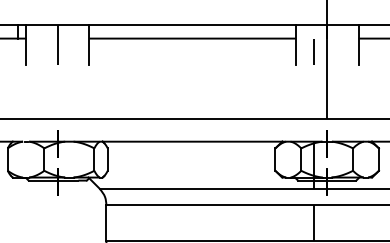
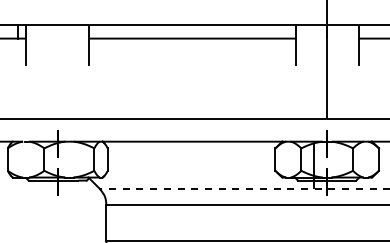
line at (57, 45): present -> none
line at (313, 51): present -> none
line at (244, 188): solid -> dashed
line at (313, 221): present -> none
